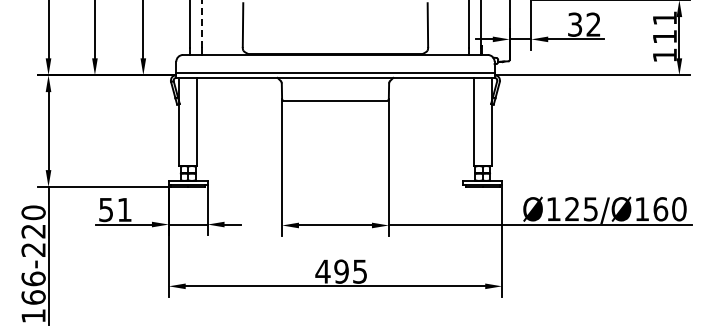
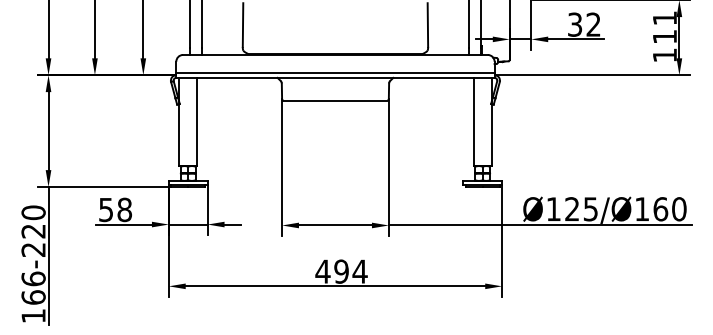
line at (201, 24): dashed -> solid
text at (124, 209): 51 -> 58
text at (359, 271): 495 -> 494
